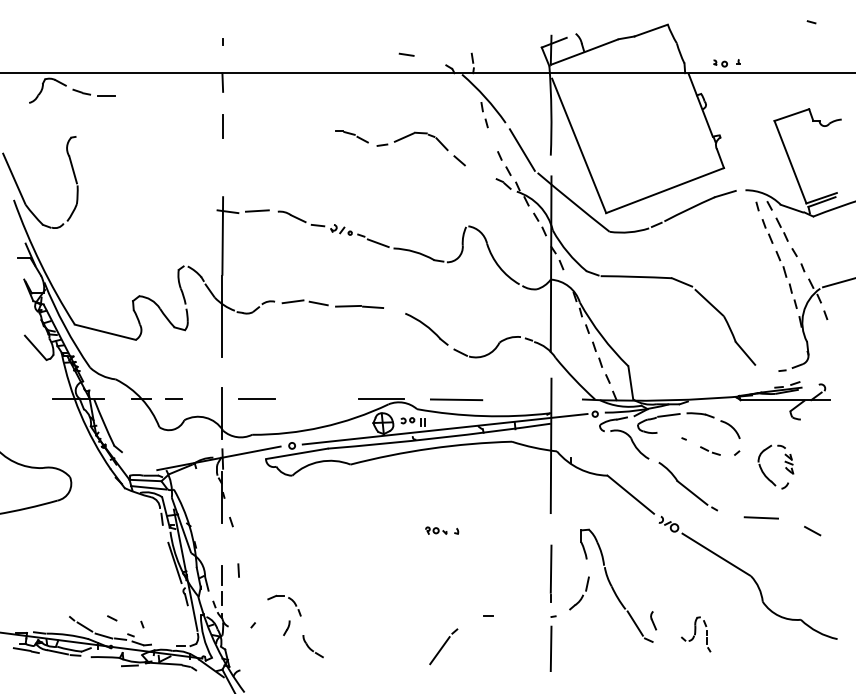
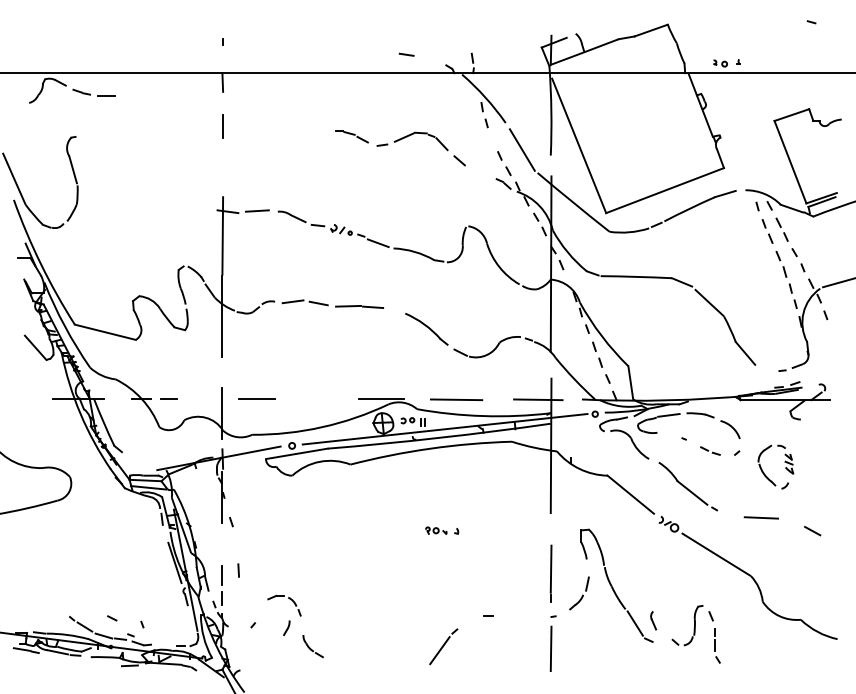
line at (173, 398) position: (173, 398) -> (168, 398)
line at (538, 399): none -> present
part at (696, 634) size: 31x37 px -> 50x59 px
